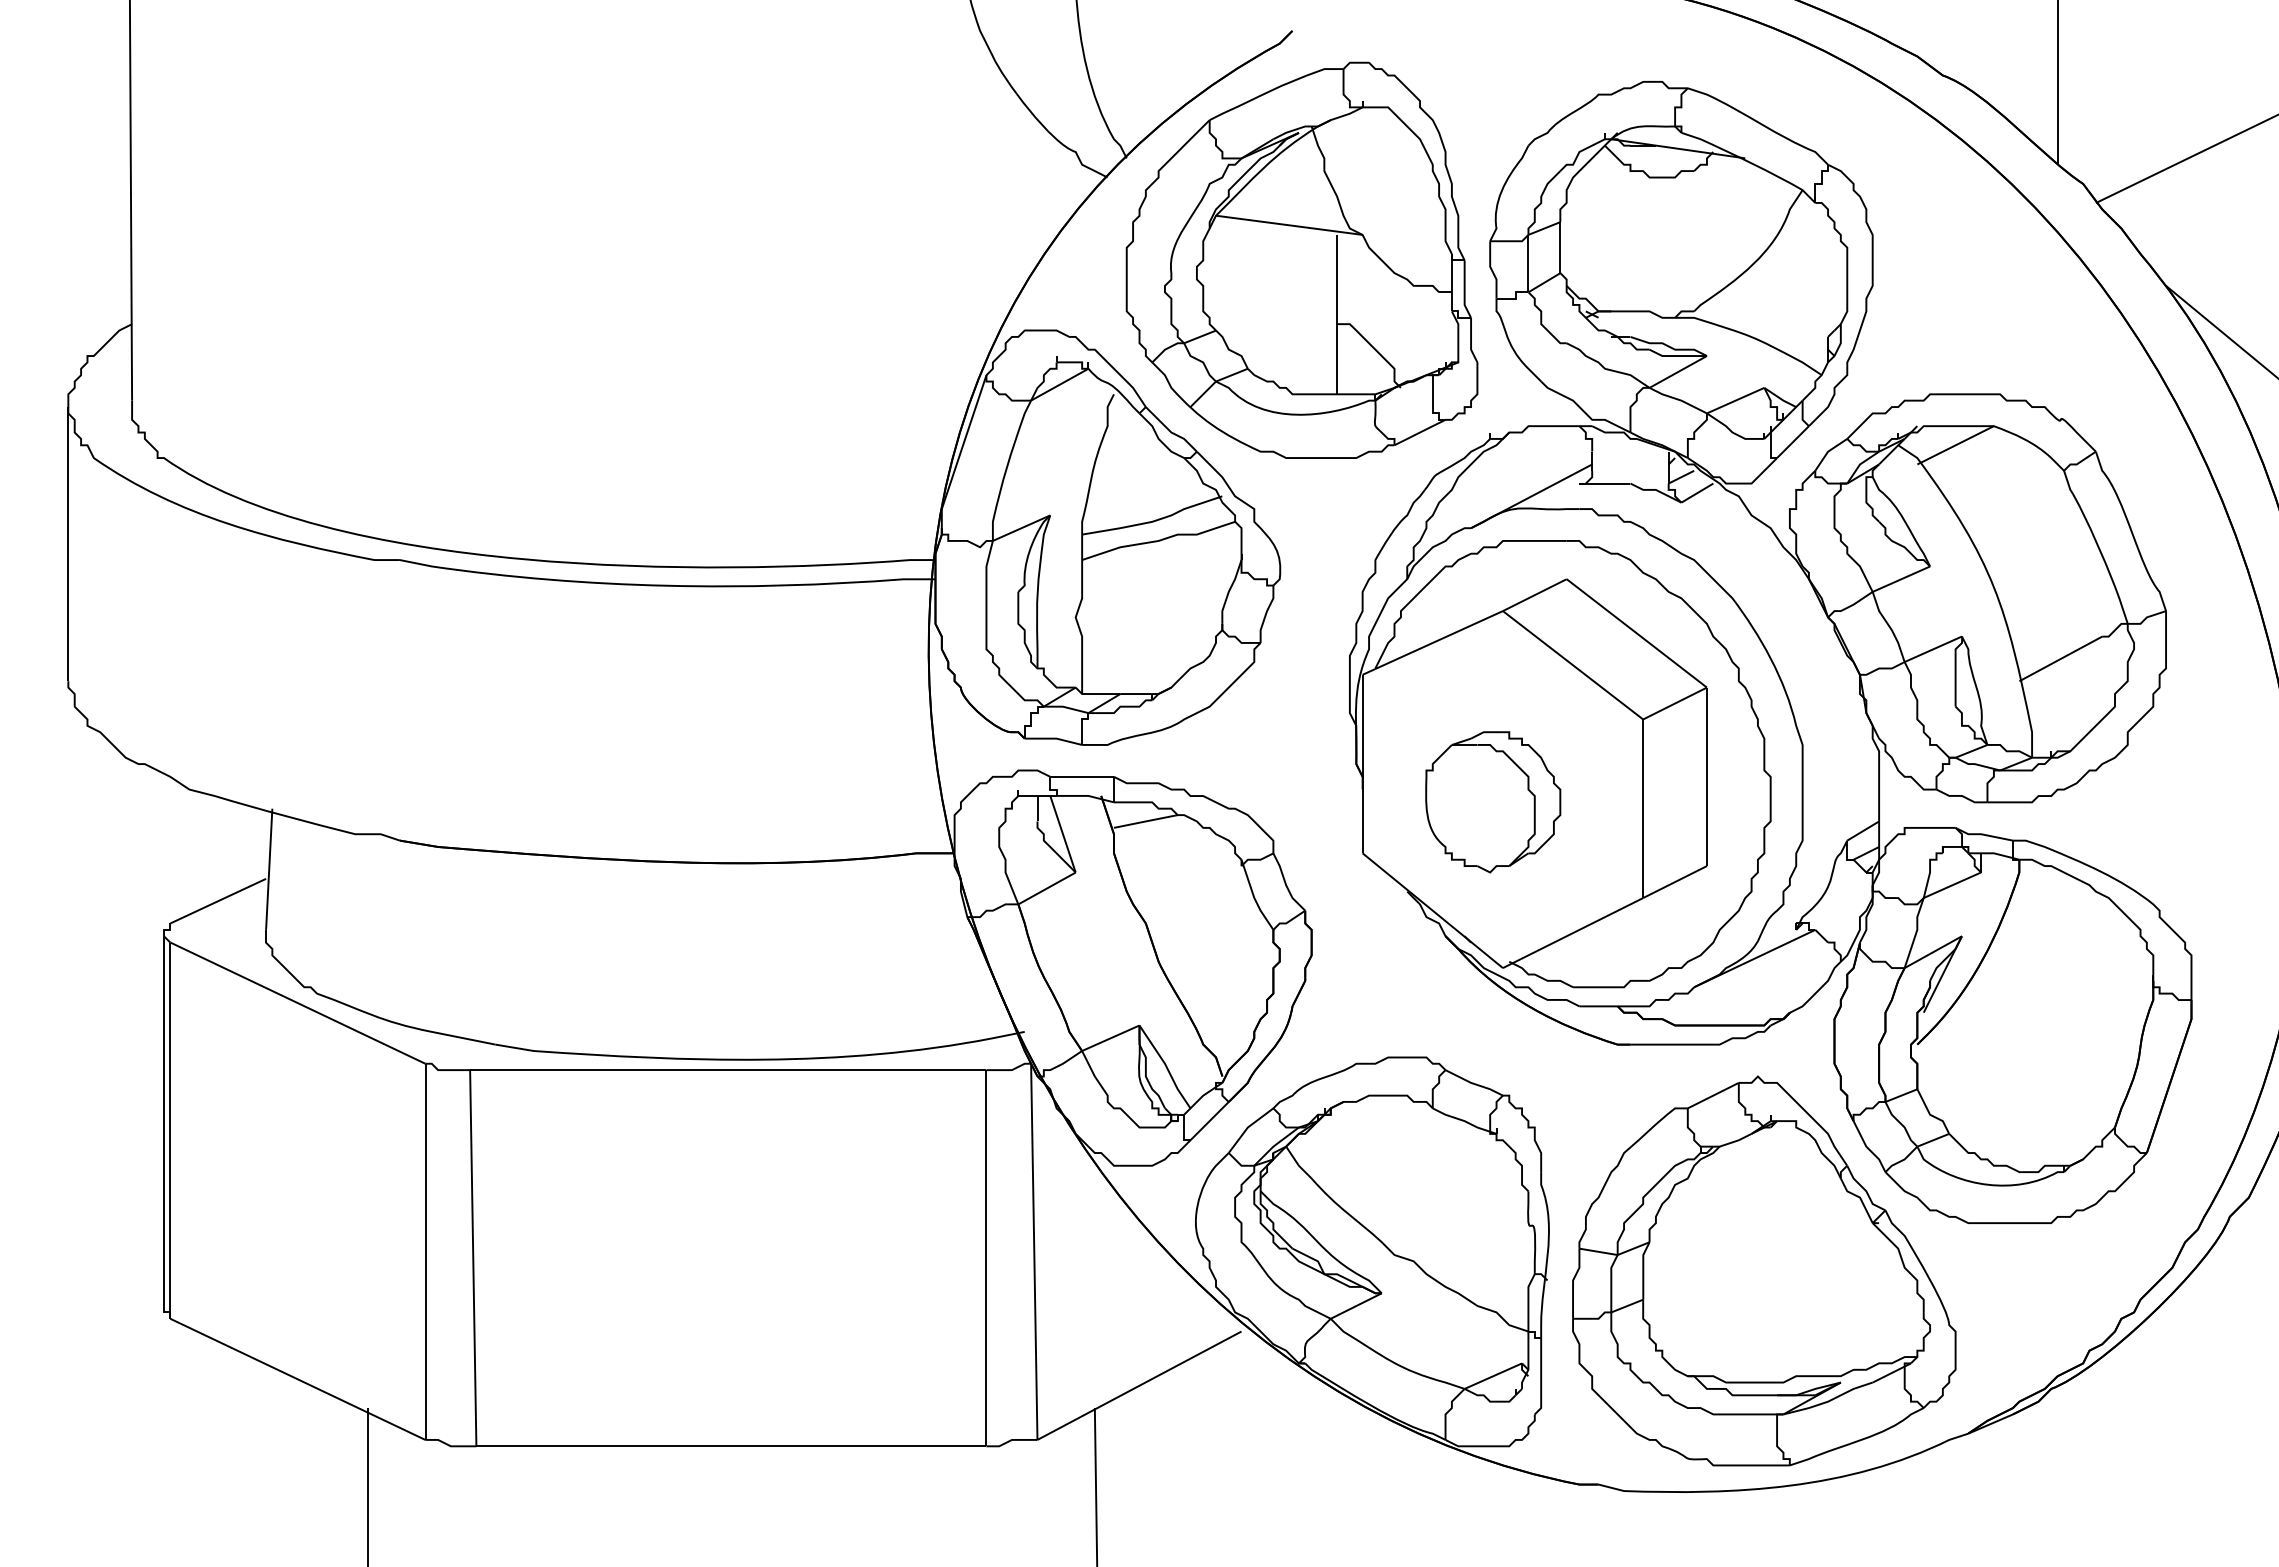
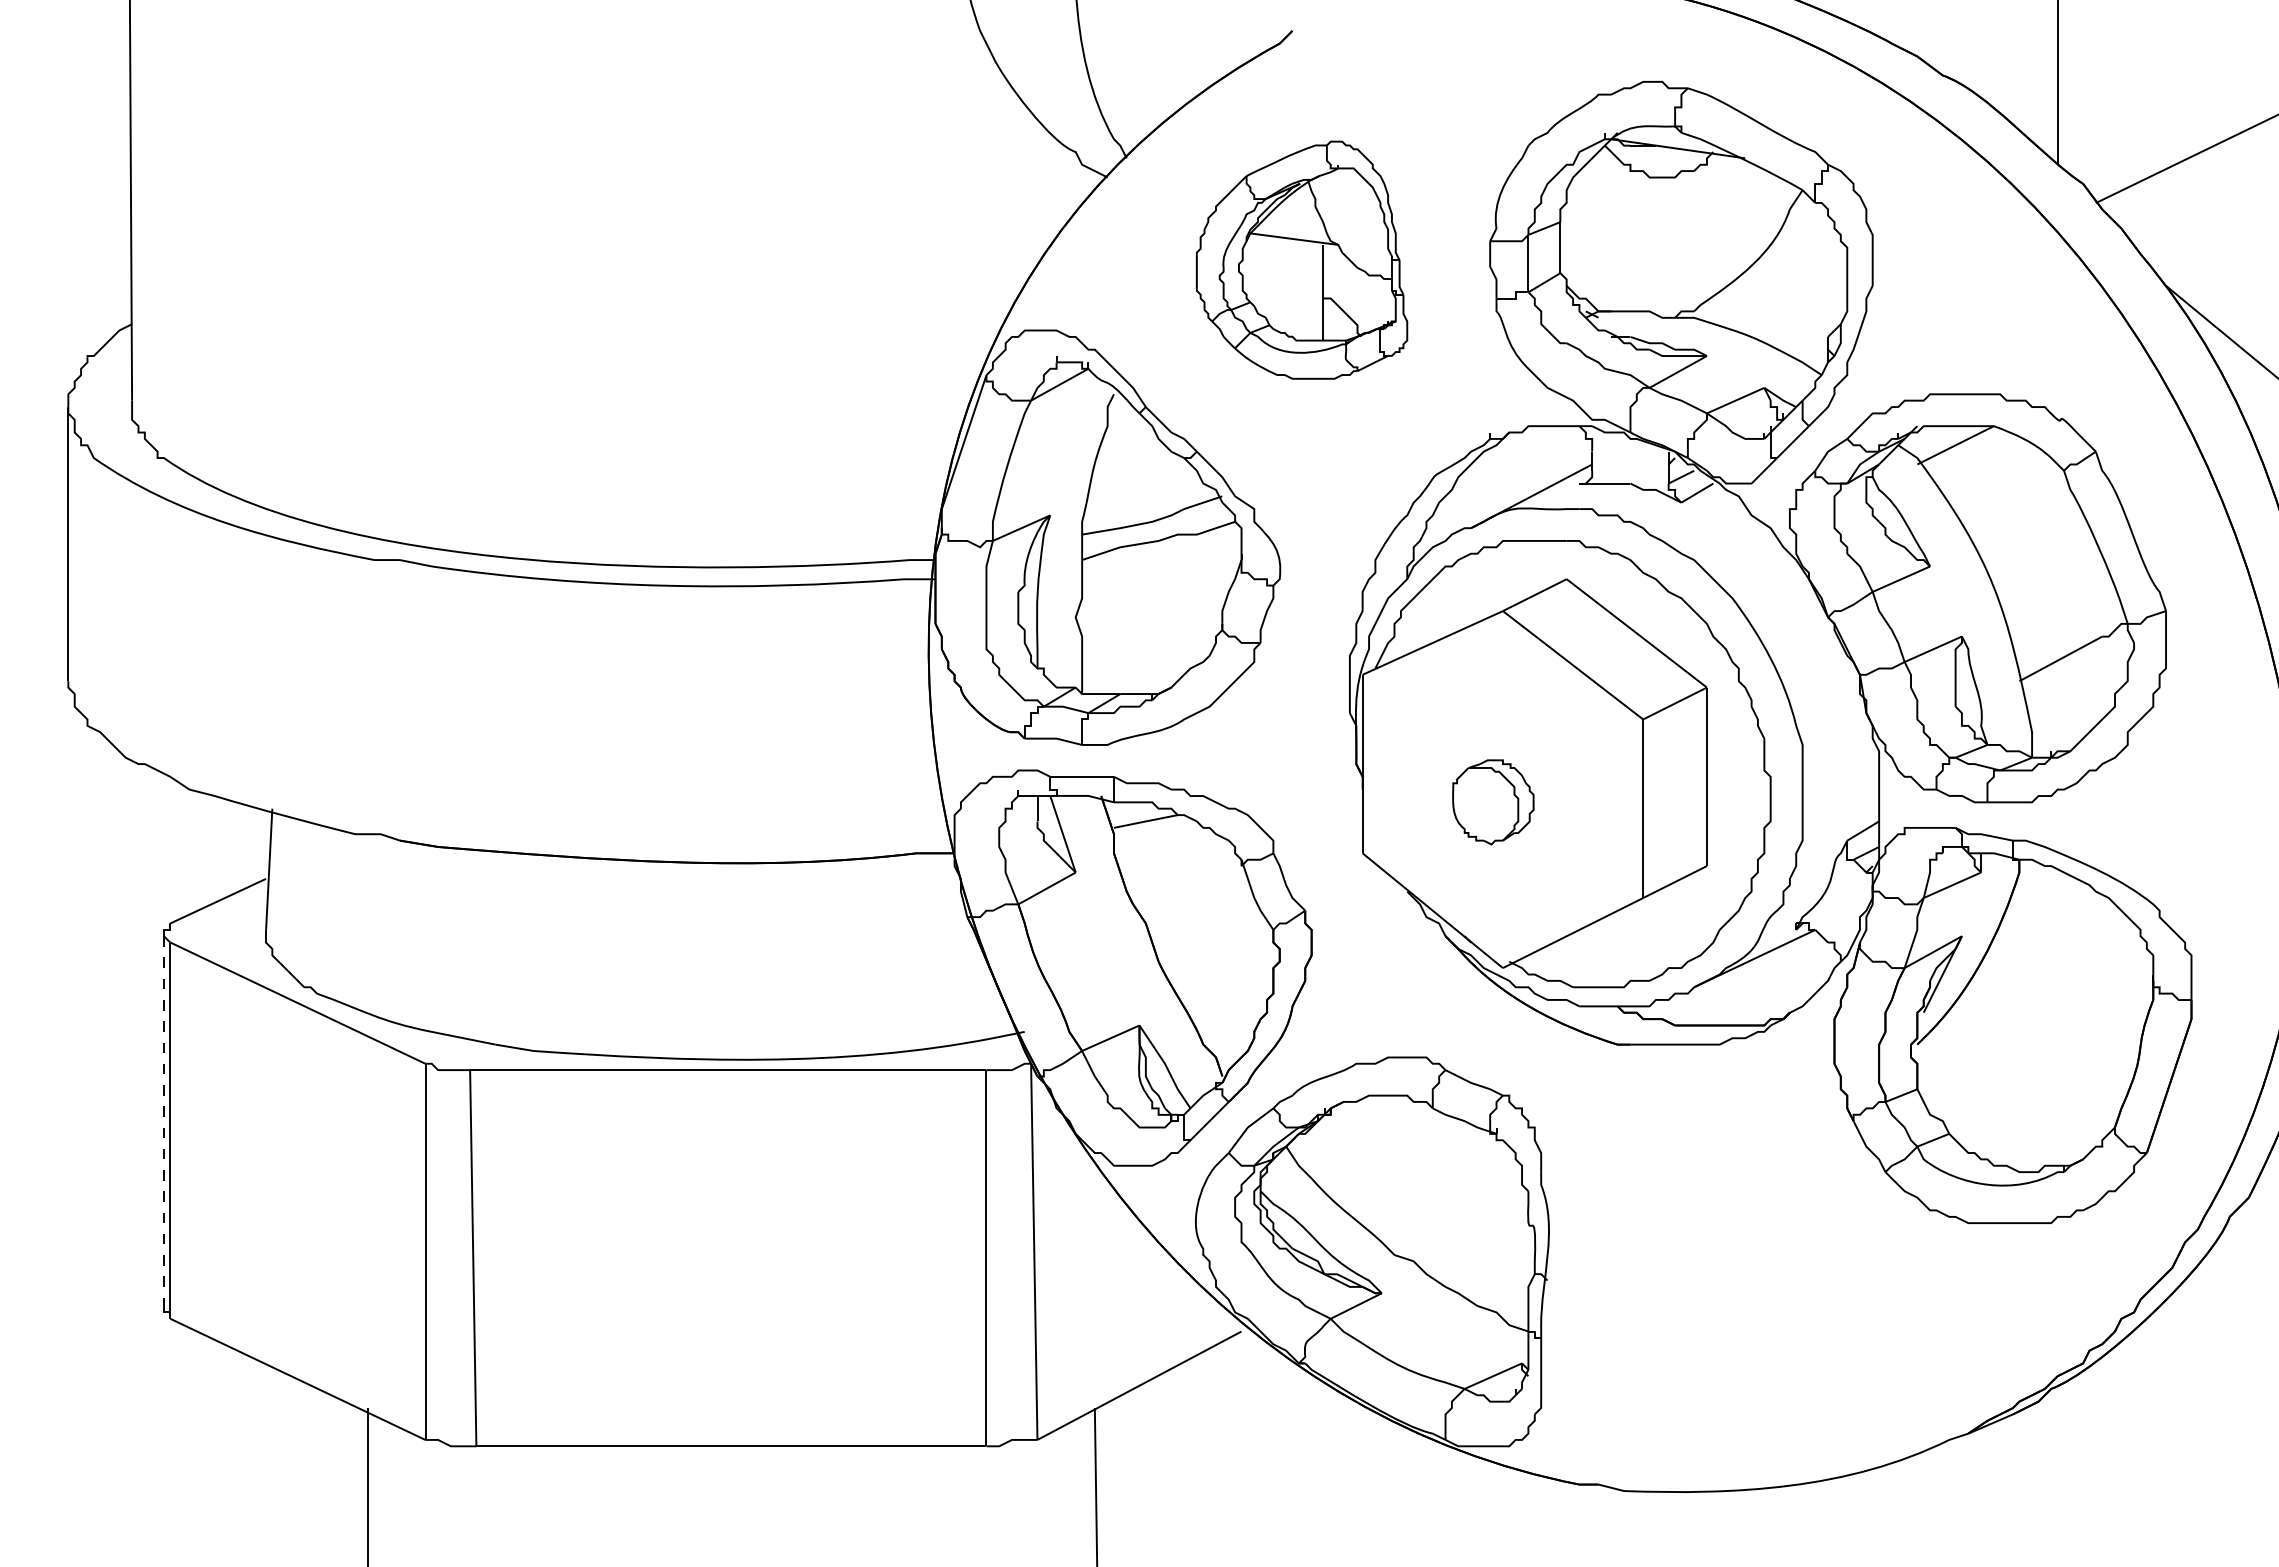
part at (1301, 259) size: 354x398 px -> 213x240 px
part at (1493, 802) size: 137x143 px -> 83x87 px
line at (164, 1121): solid -> dashed
part at (1764, 1270): present -> none
